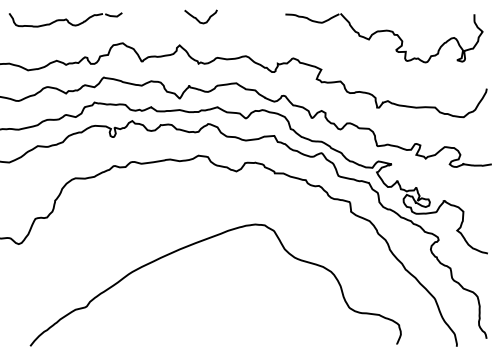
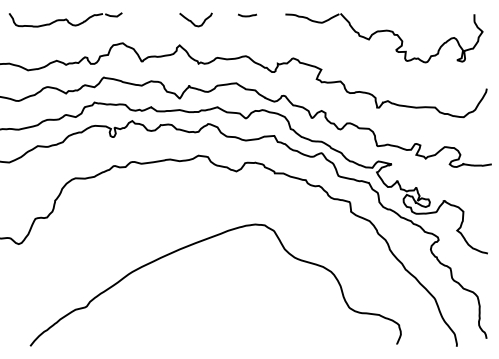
curve at (247, 15): none -> present
curve at (197, 18) position: (197, 18) -> (192, 21)
